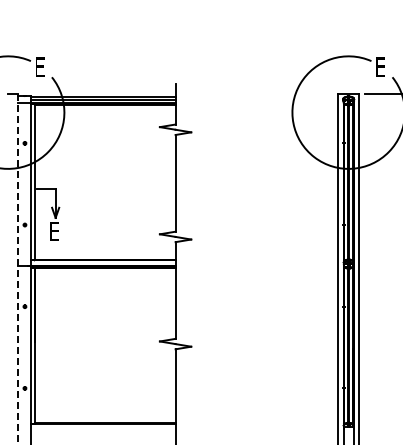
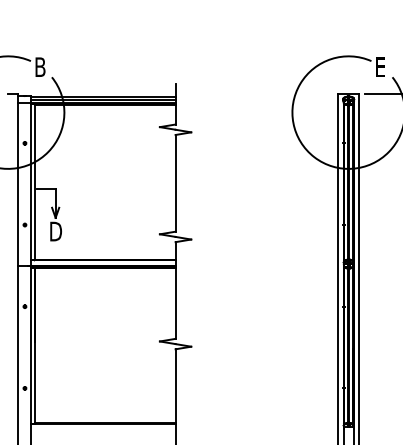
text at (40, 66): E -> B
text at (56, 231): E -> D
line at (18, 268): dashed -> solid
